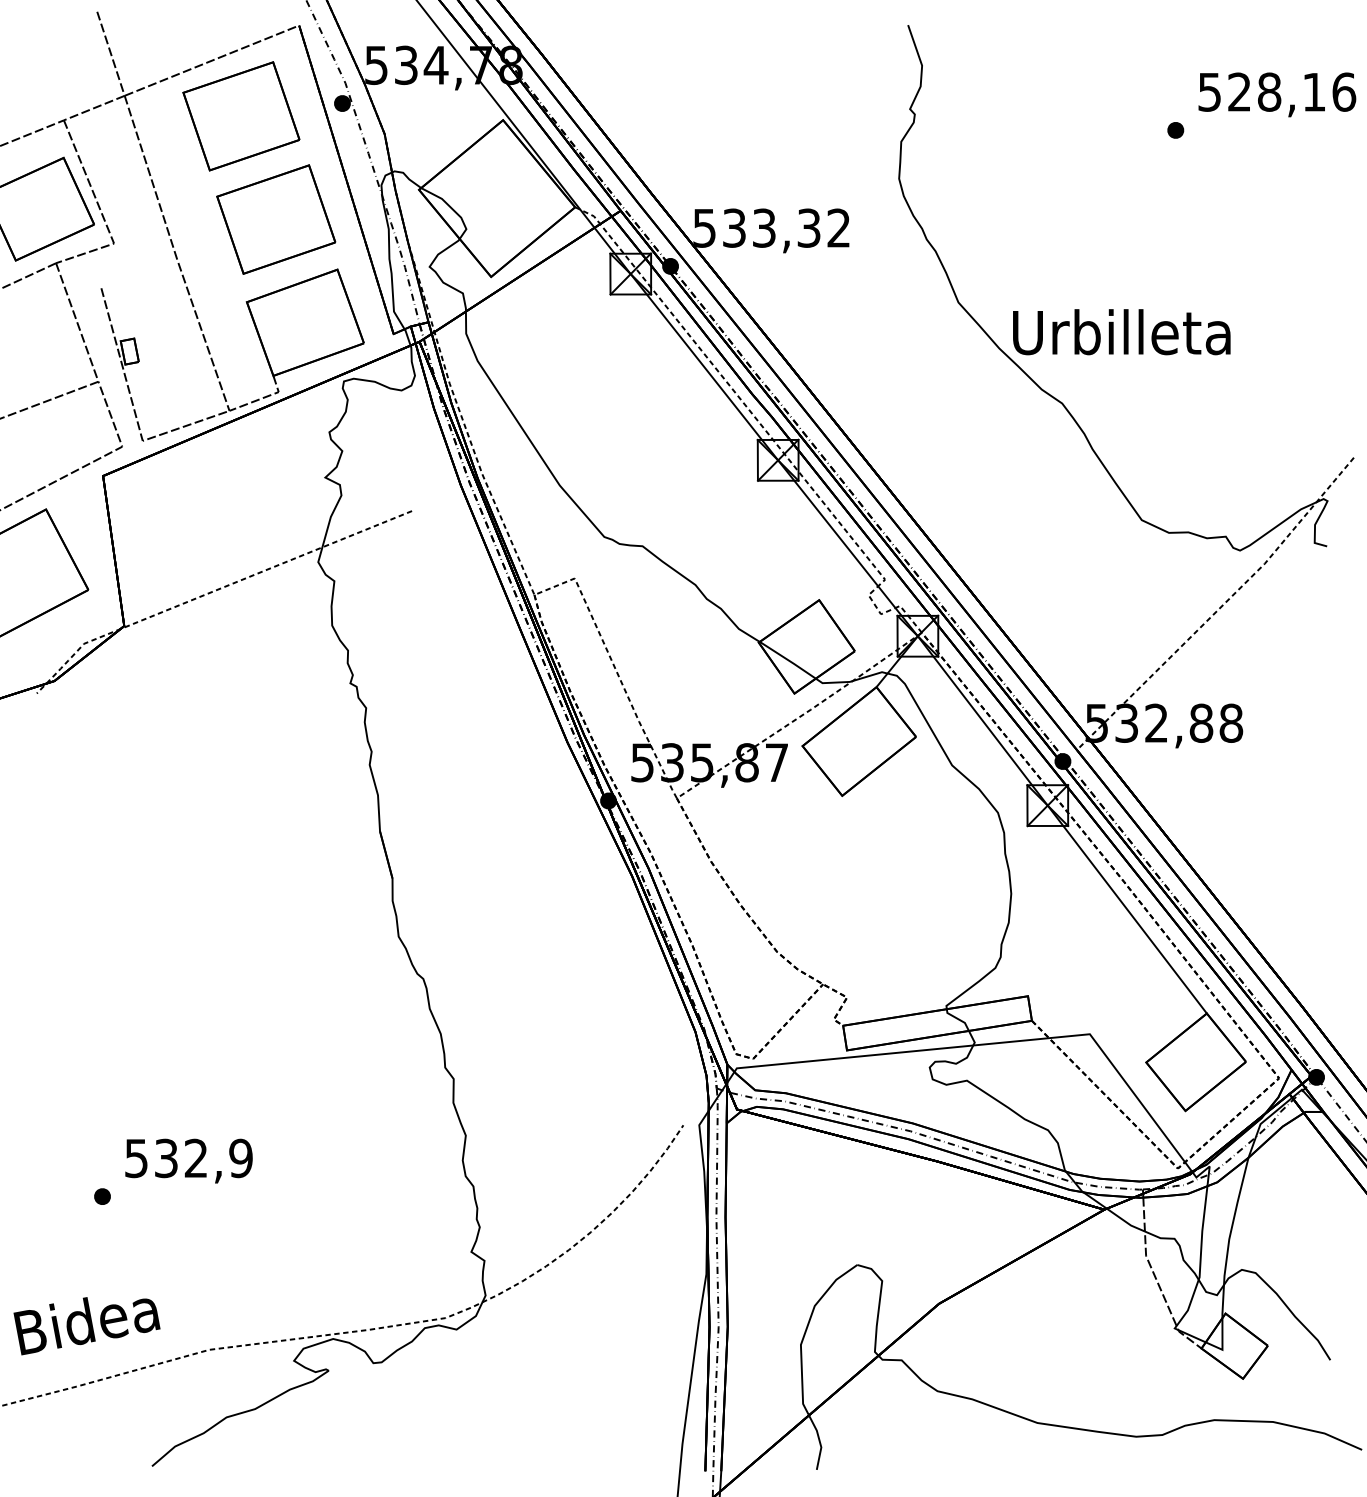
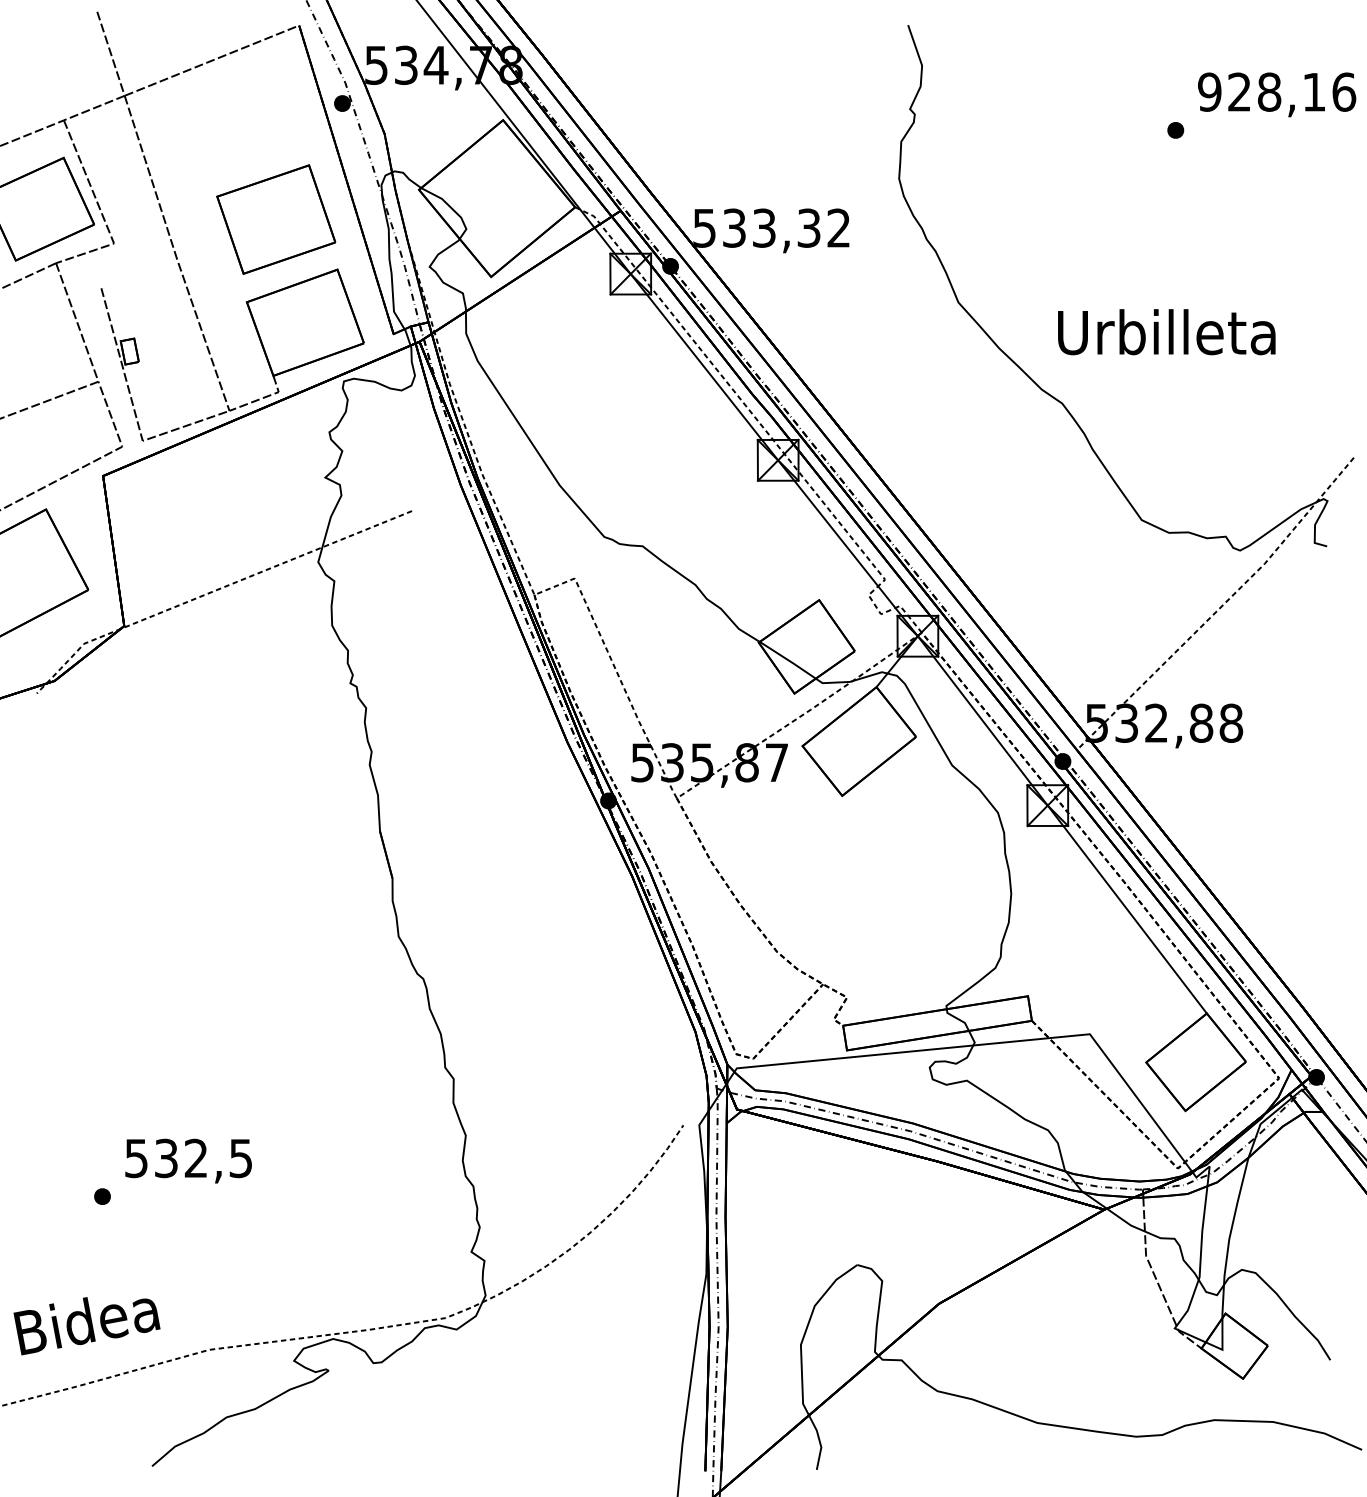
text at (1209, 91): 528,16 -> 928,16
part at (241, 116): present -> none
text at (1121, 332) position: (1121, 332) -> (1166, 332)
text at (240, 1157): 532,9 -> 532,5
